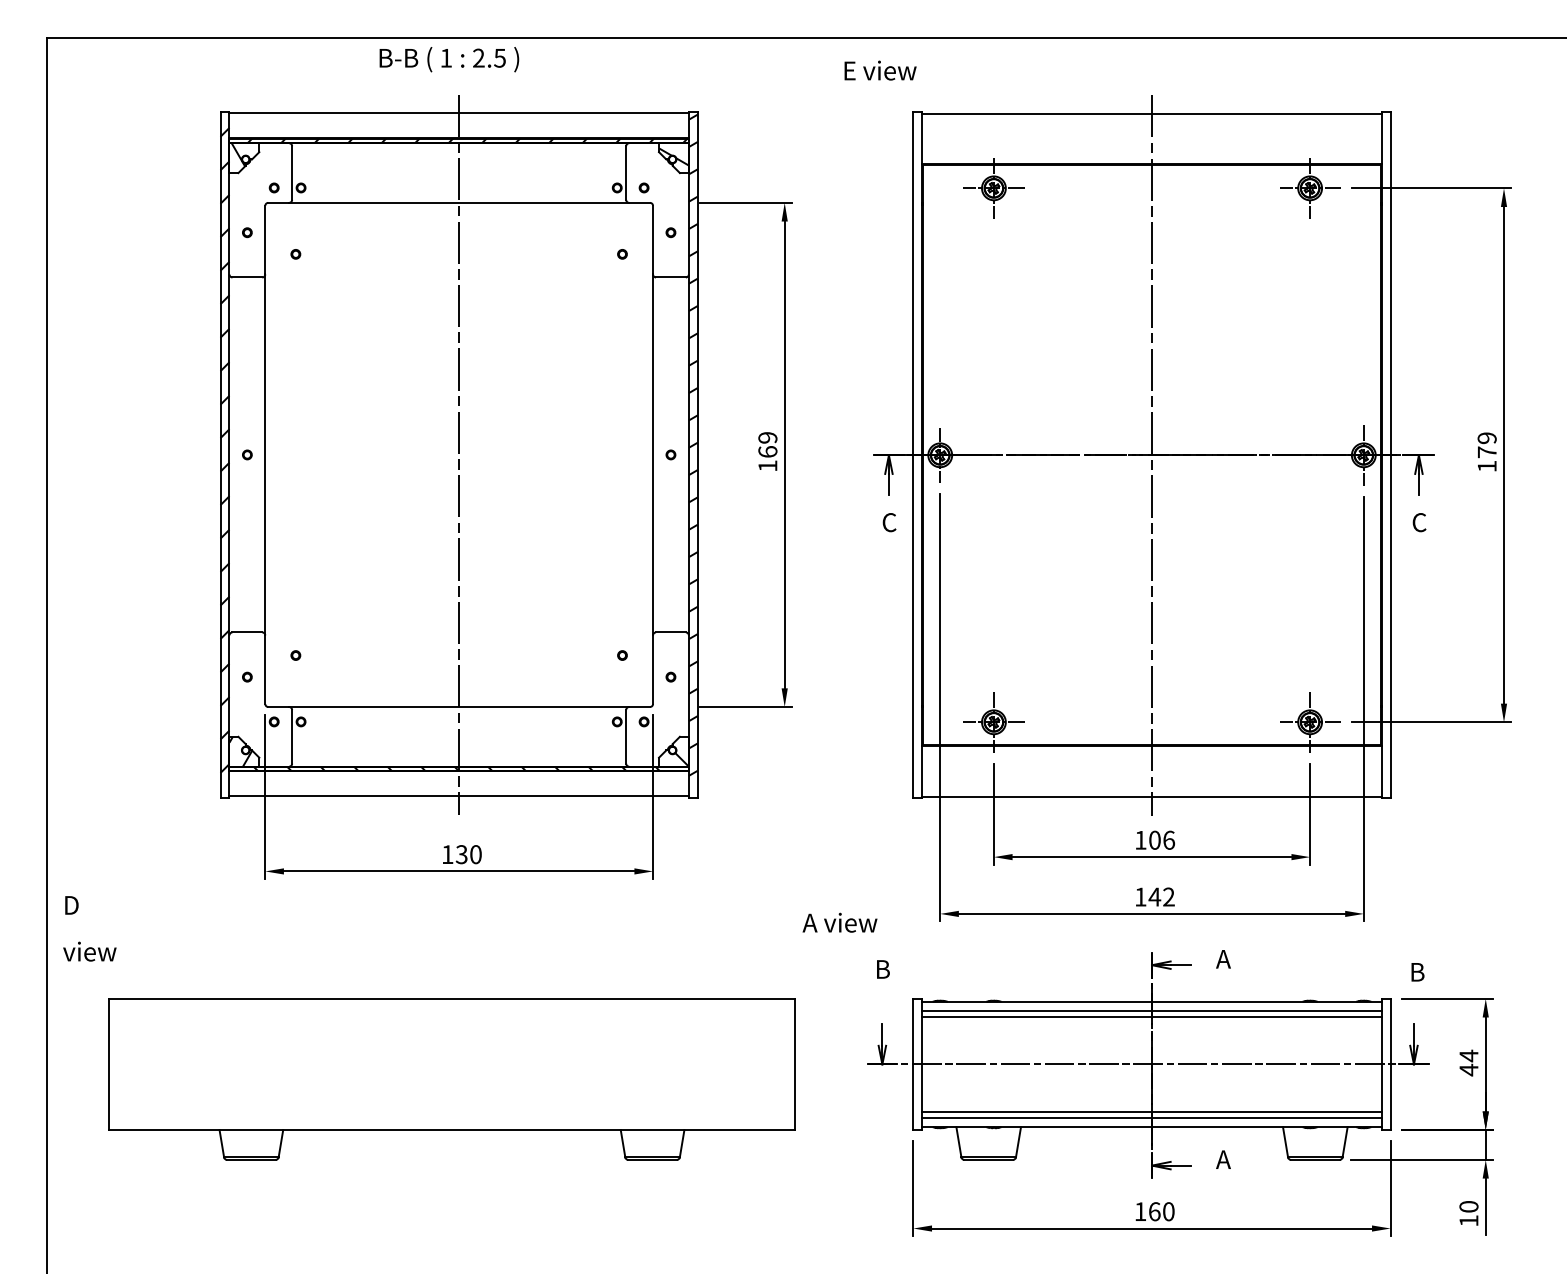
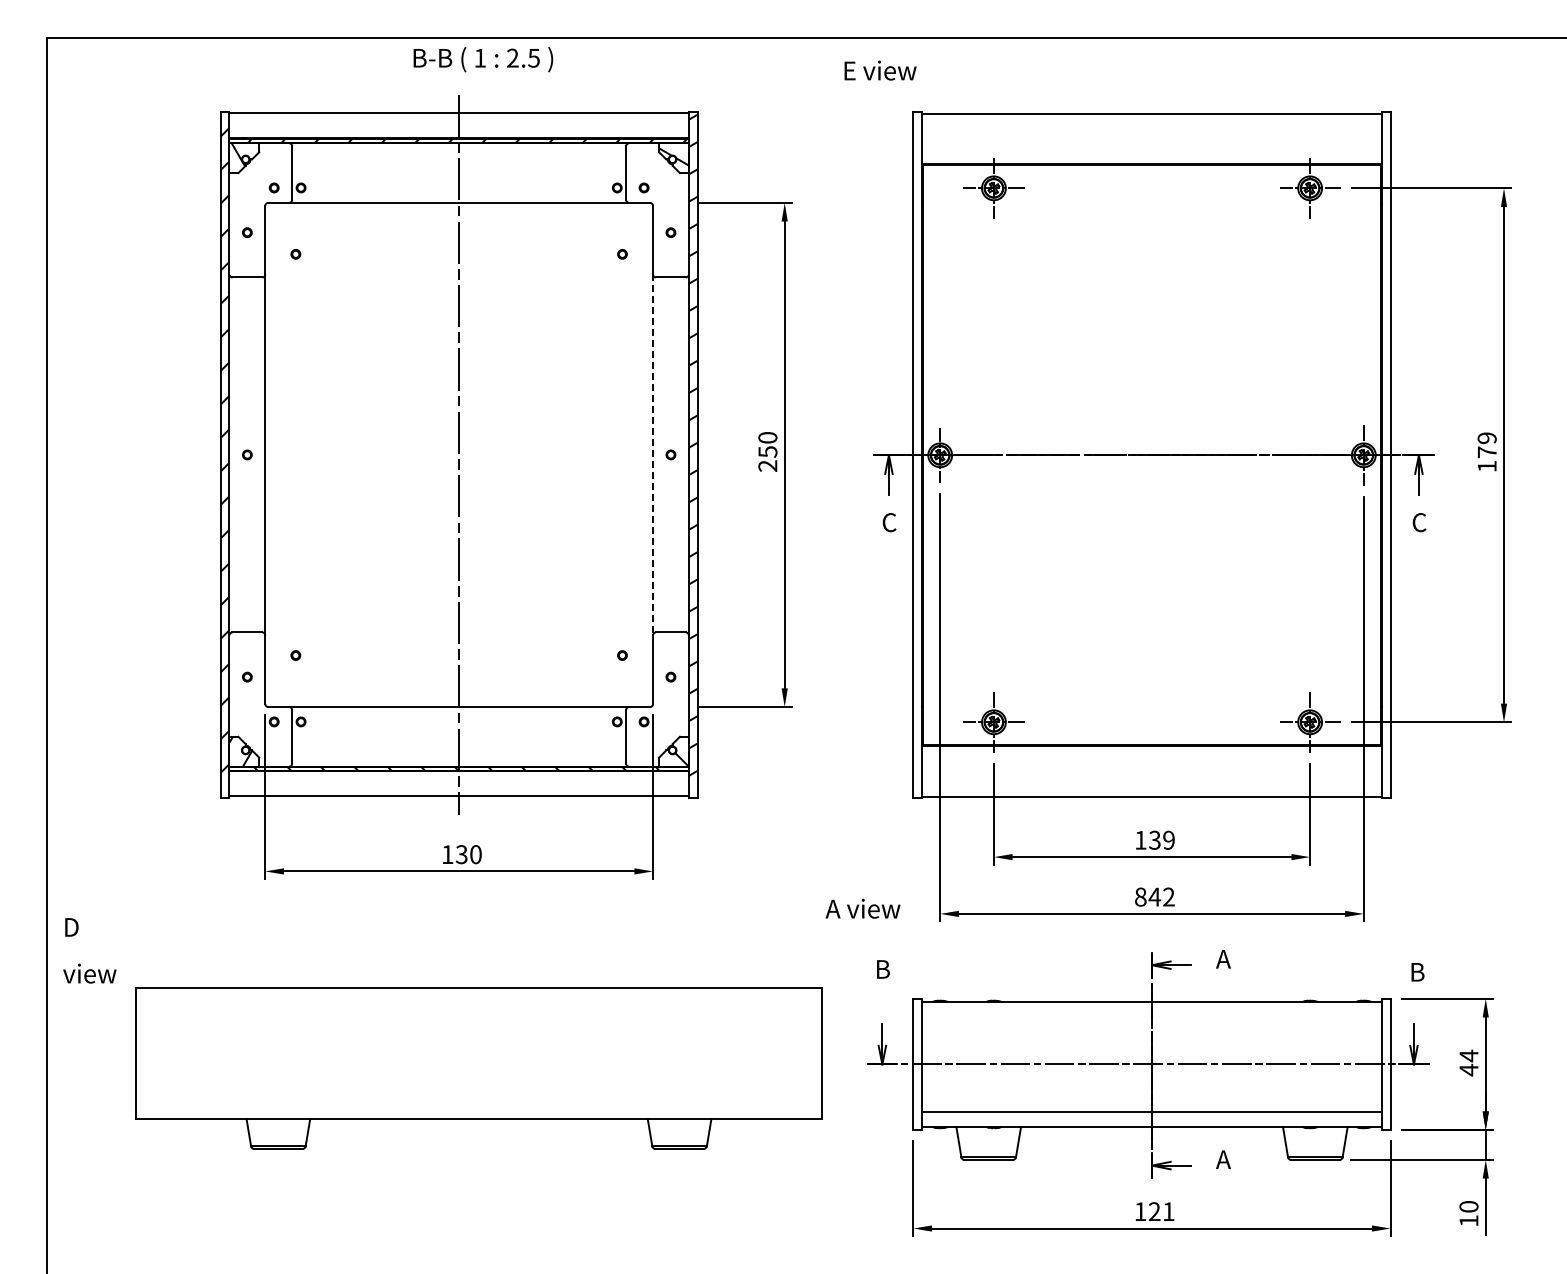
text at (449, 59) position: (449, 59) -> (483, 59)
text at (767, 451): 169 -> 250
line at (653, 455): solid -> dashed
line at (1152, 455): present -> none
text at (1162, 839): 106 -> 139
text at (1140, 896): 142 -> 842
text at (839, 922) position: (839, 922) -> (862, 908)
text at (89, 928) position: (89, 928) -> (89, 950)
line at (1151, 1010): present -> none
line at (1151, 1016): present -> none
part at (451, 1079) position: (451, 1079) -> (478, 1068)
line at (1151, 1118): present -> none
text at (1161, 1211): 160 -> 121
